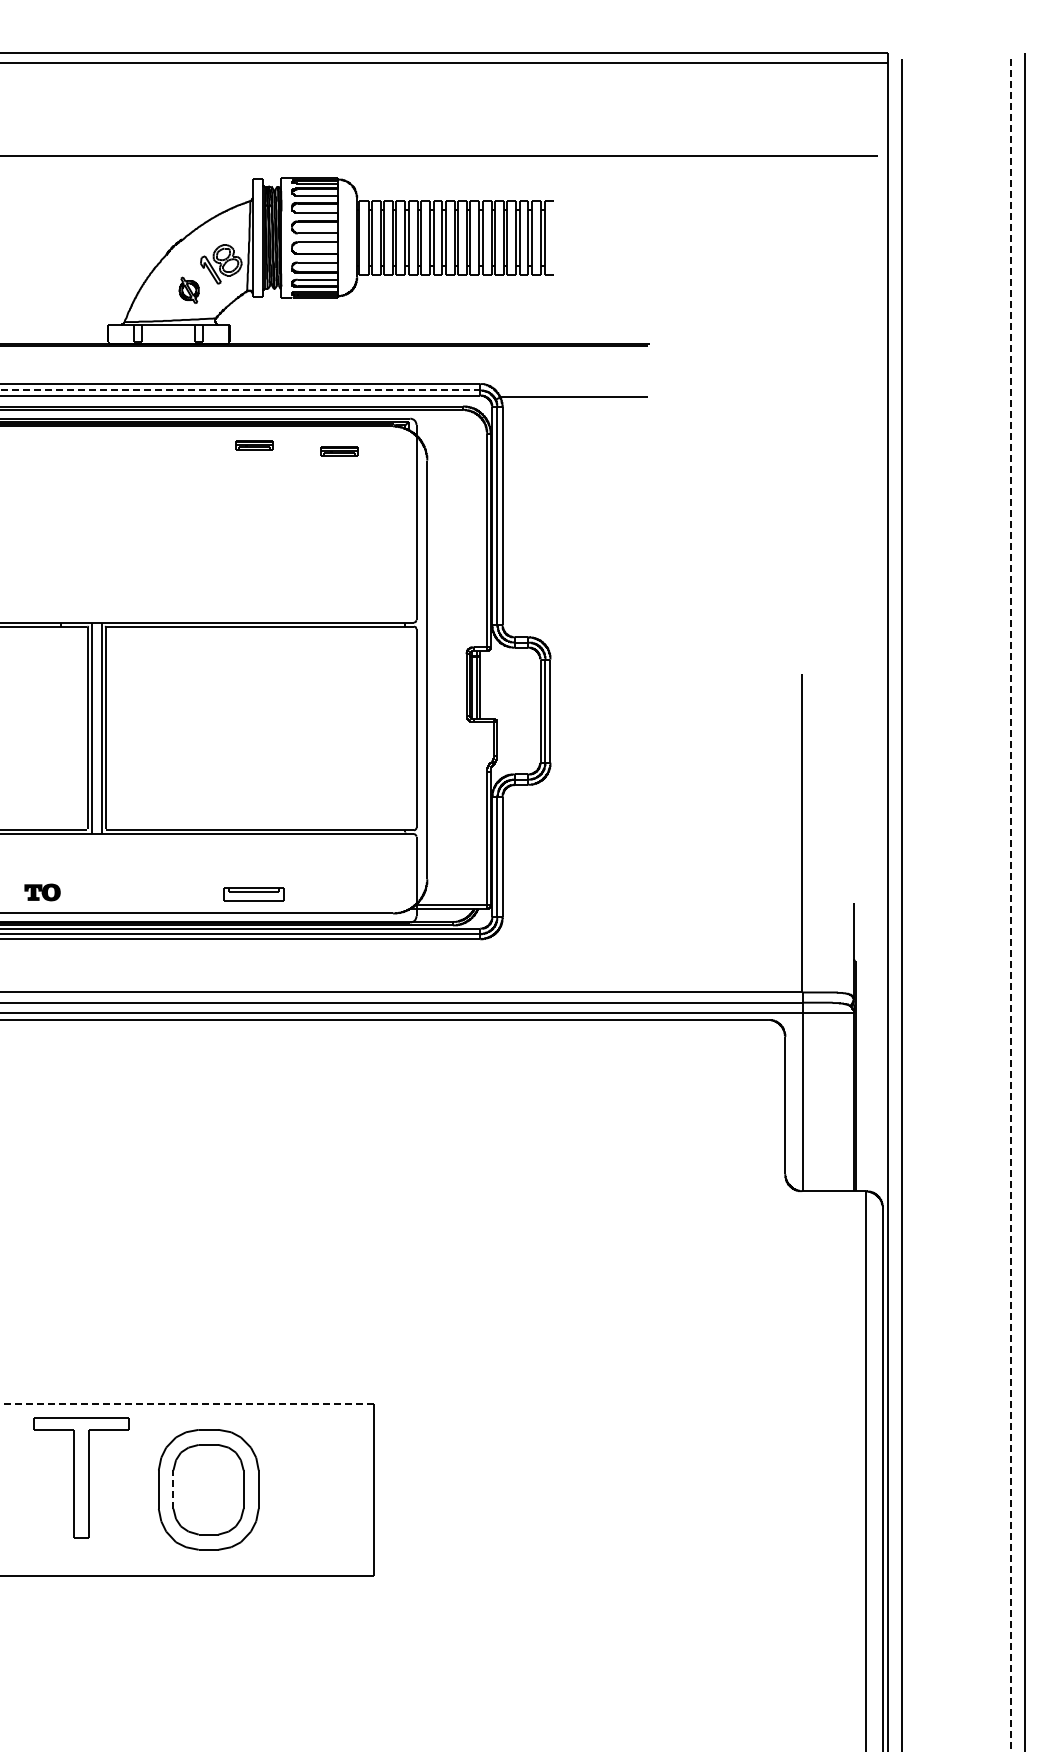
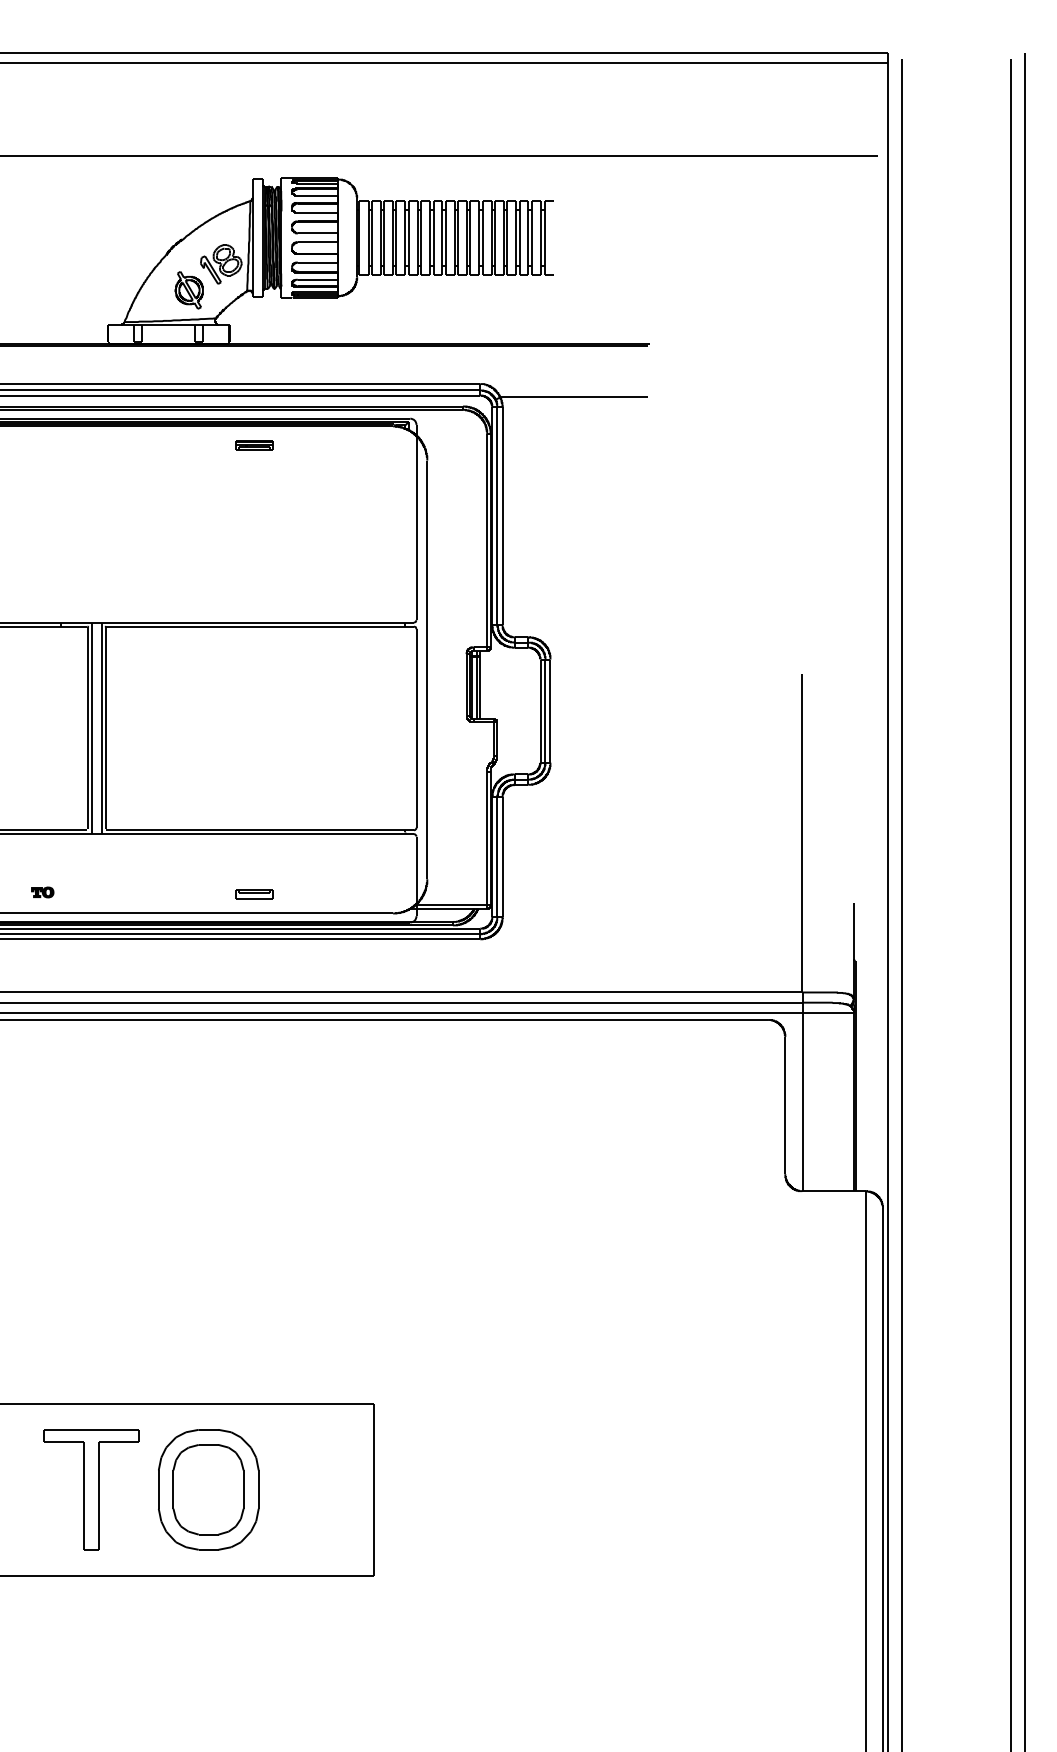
part at (188, 289) size: 22x28 px -> 30x39 px
line at (240, 390): dashed -> solid
part at (339, 451): present -> none
part at (42, 892) size: 37x19 px -> 24x13 px
part at (253, 894) size: 62x15 px -> 39x11 px
line at (1011, 905): dashed -> solid
line at (187, 1403): dashed -> solid
part at (81, 1477) position: (81, 1477) -> (91, 1489)
line at (173, 1489): dashed -> solid
